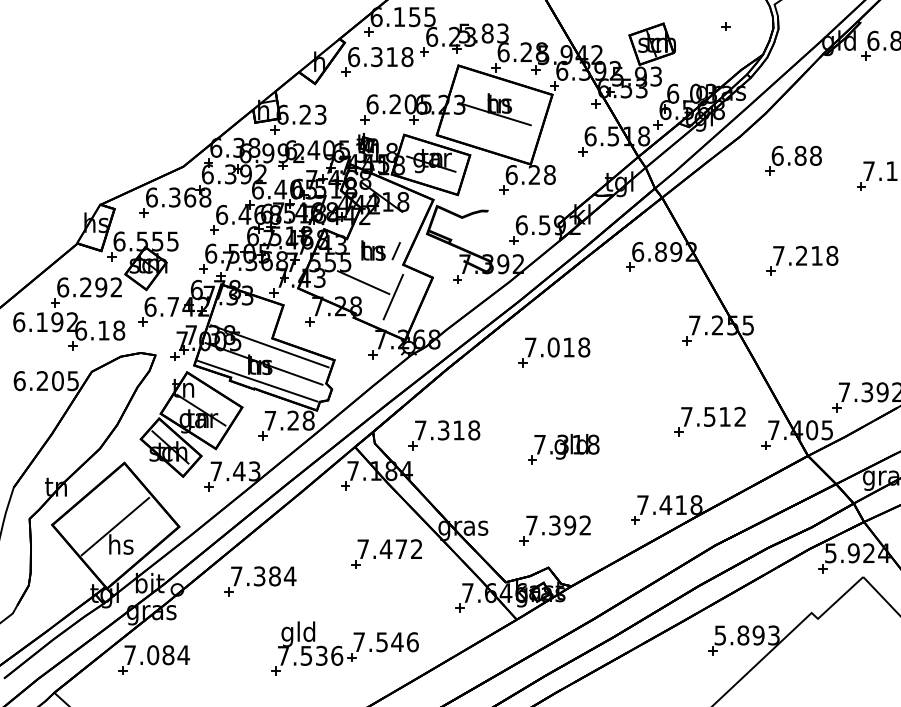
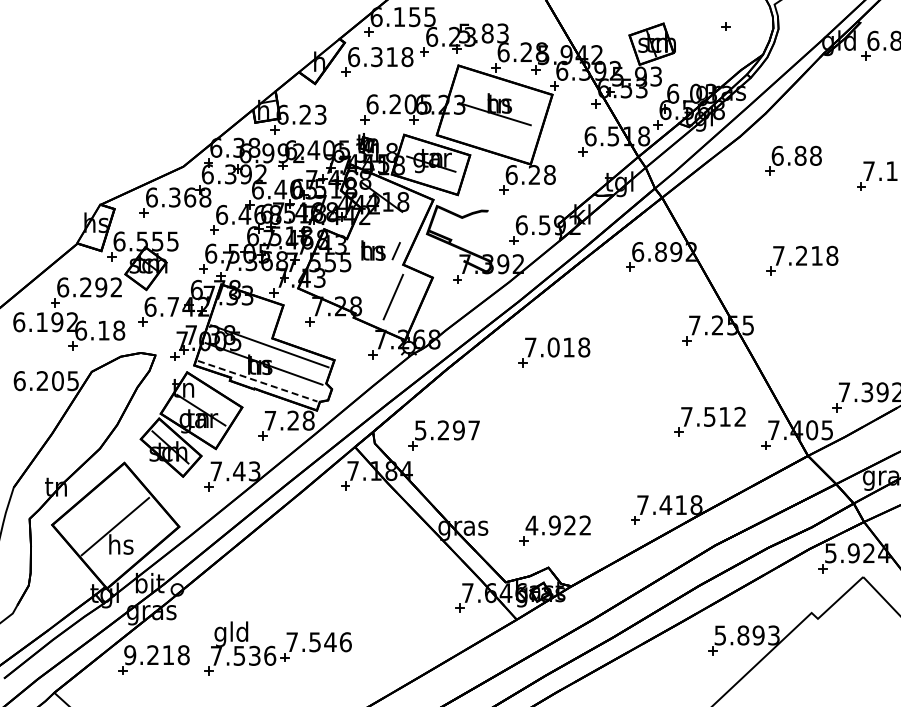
line at (363, 282): present -> none
line at (258, 381): solid -> dashed
text at (447, 430): 7.318 -> 5.297
part at (563, 449): present -> none
text at (550, 525): 7.392 -> 4.922
part at (386, 553): present -> none
part at (260, 581): present -> none
part at (344, 648) position: (344, 648) -> (277, 648)
text at (157, 655): 7.084 -> 9.218
